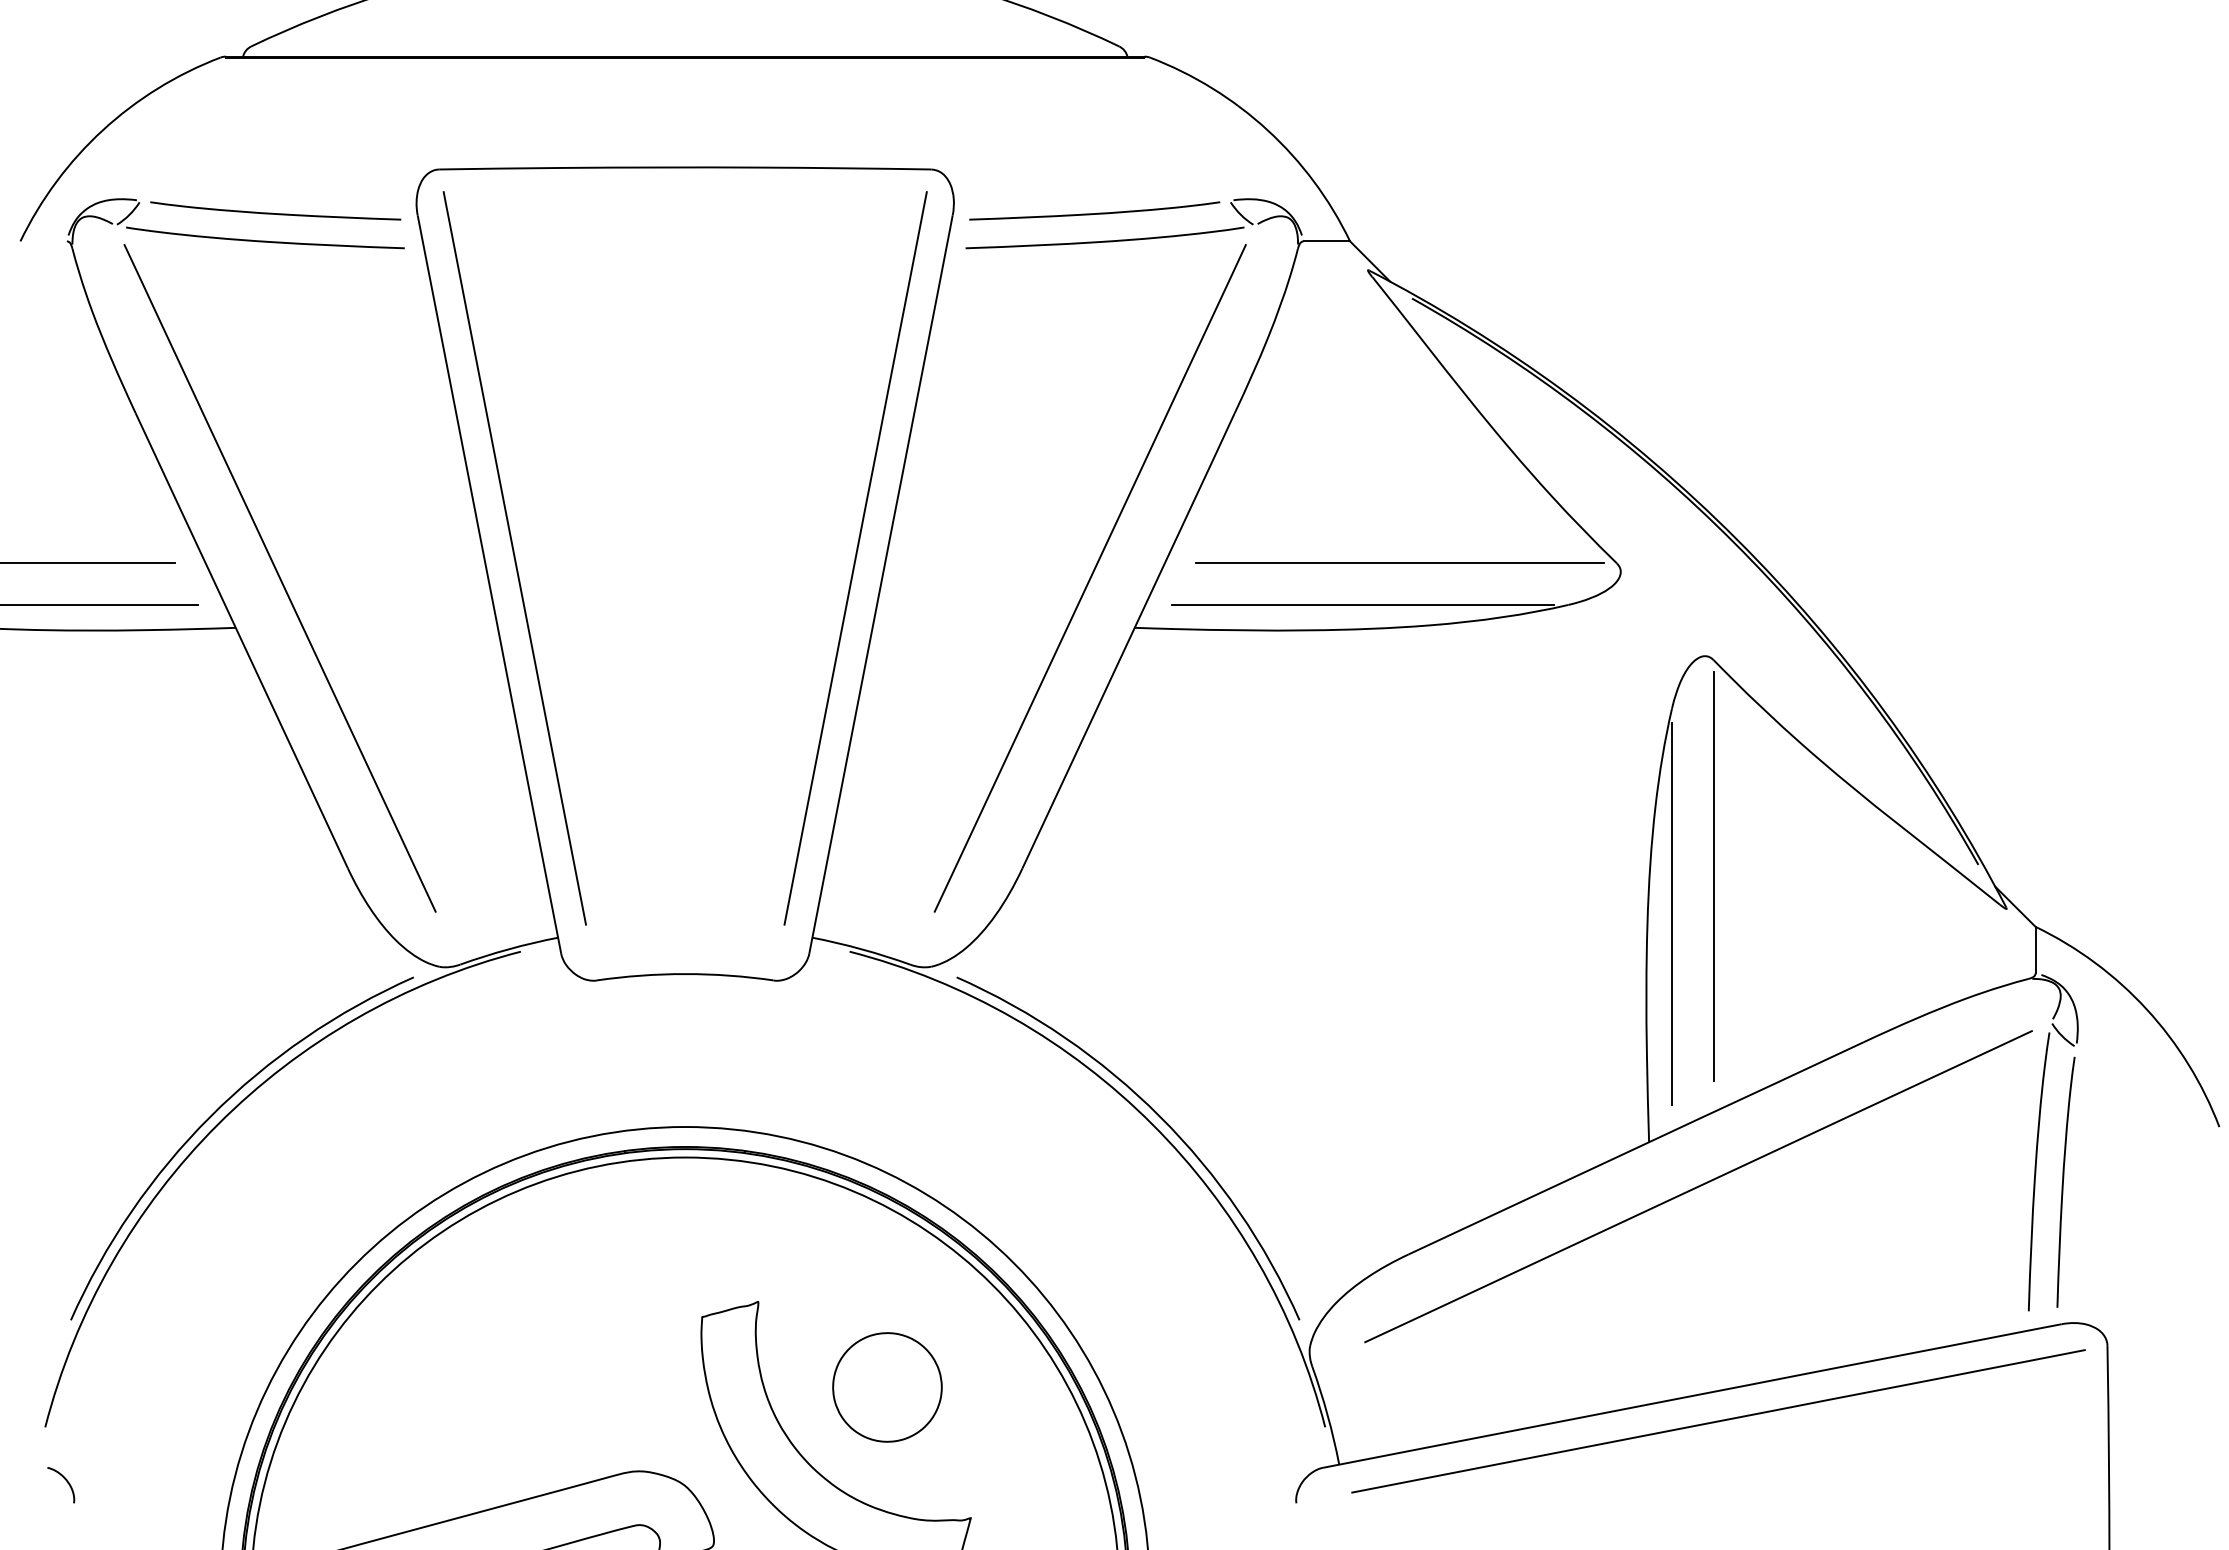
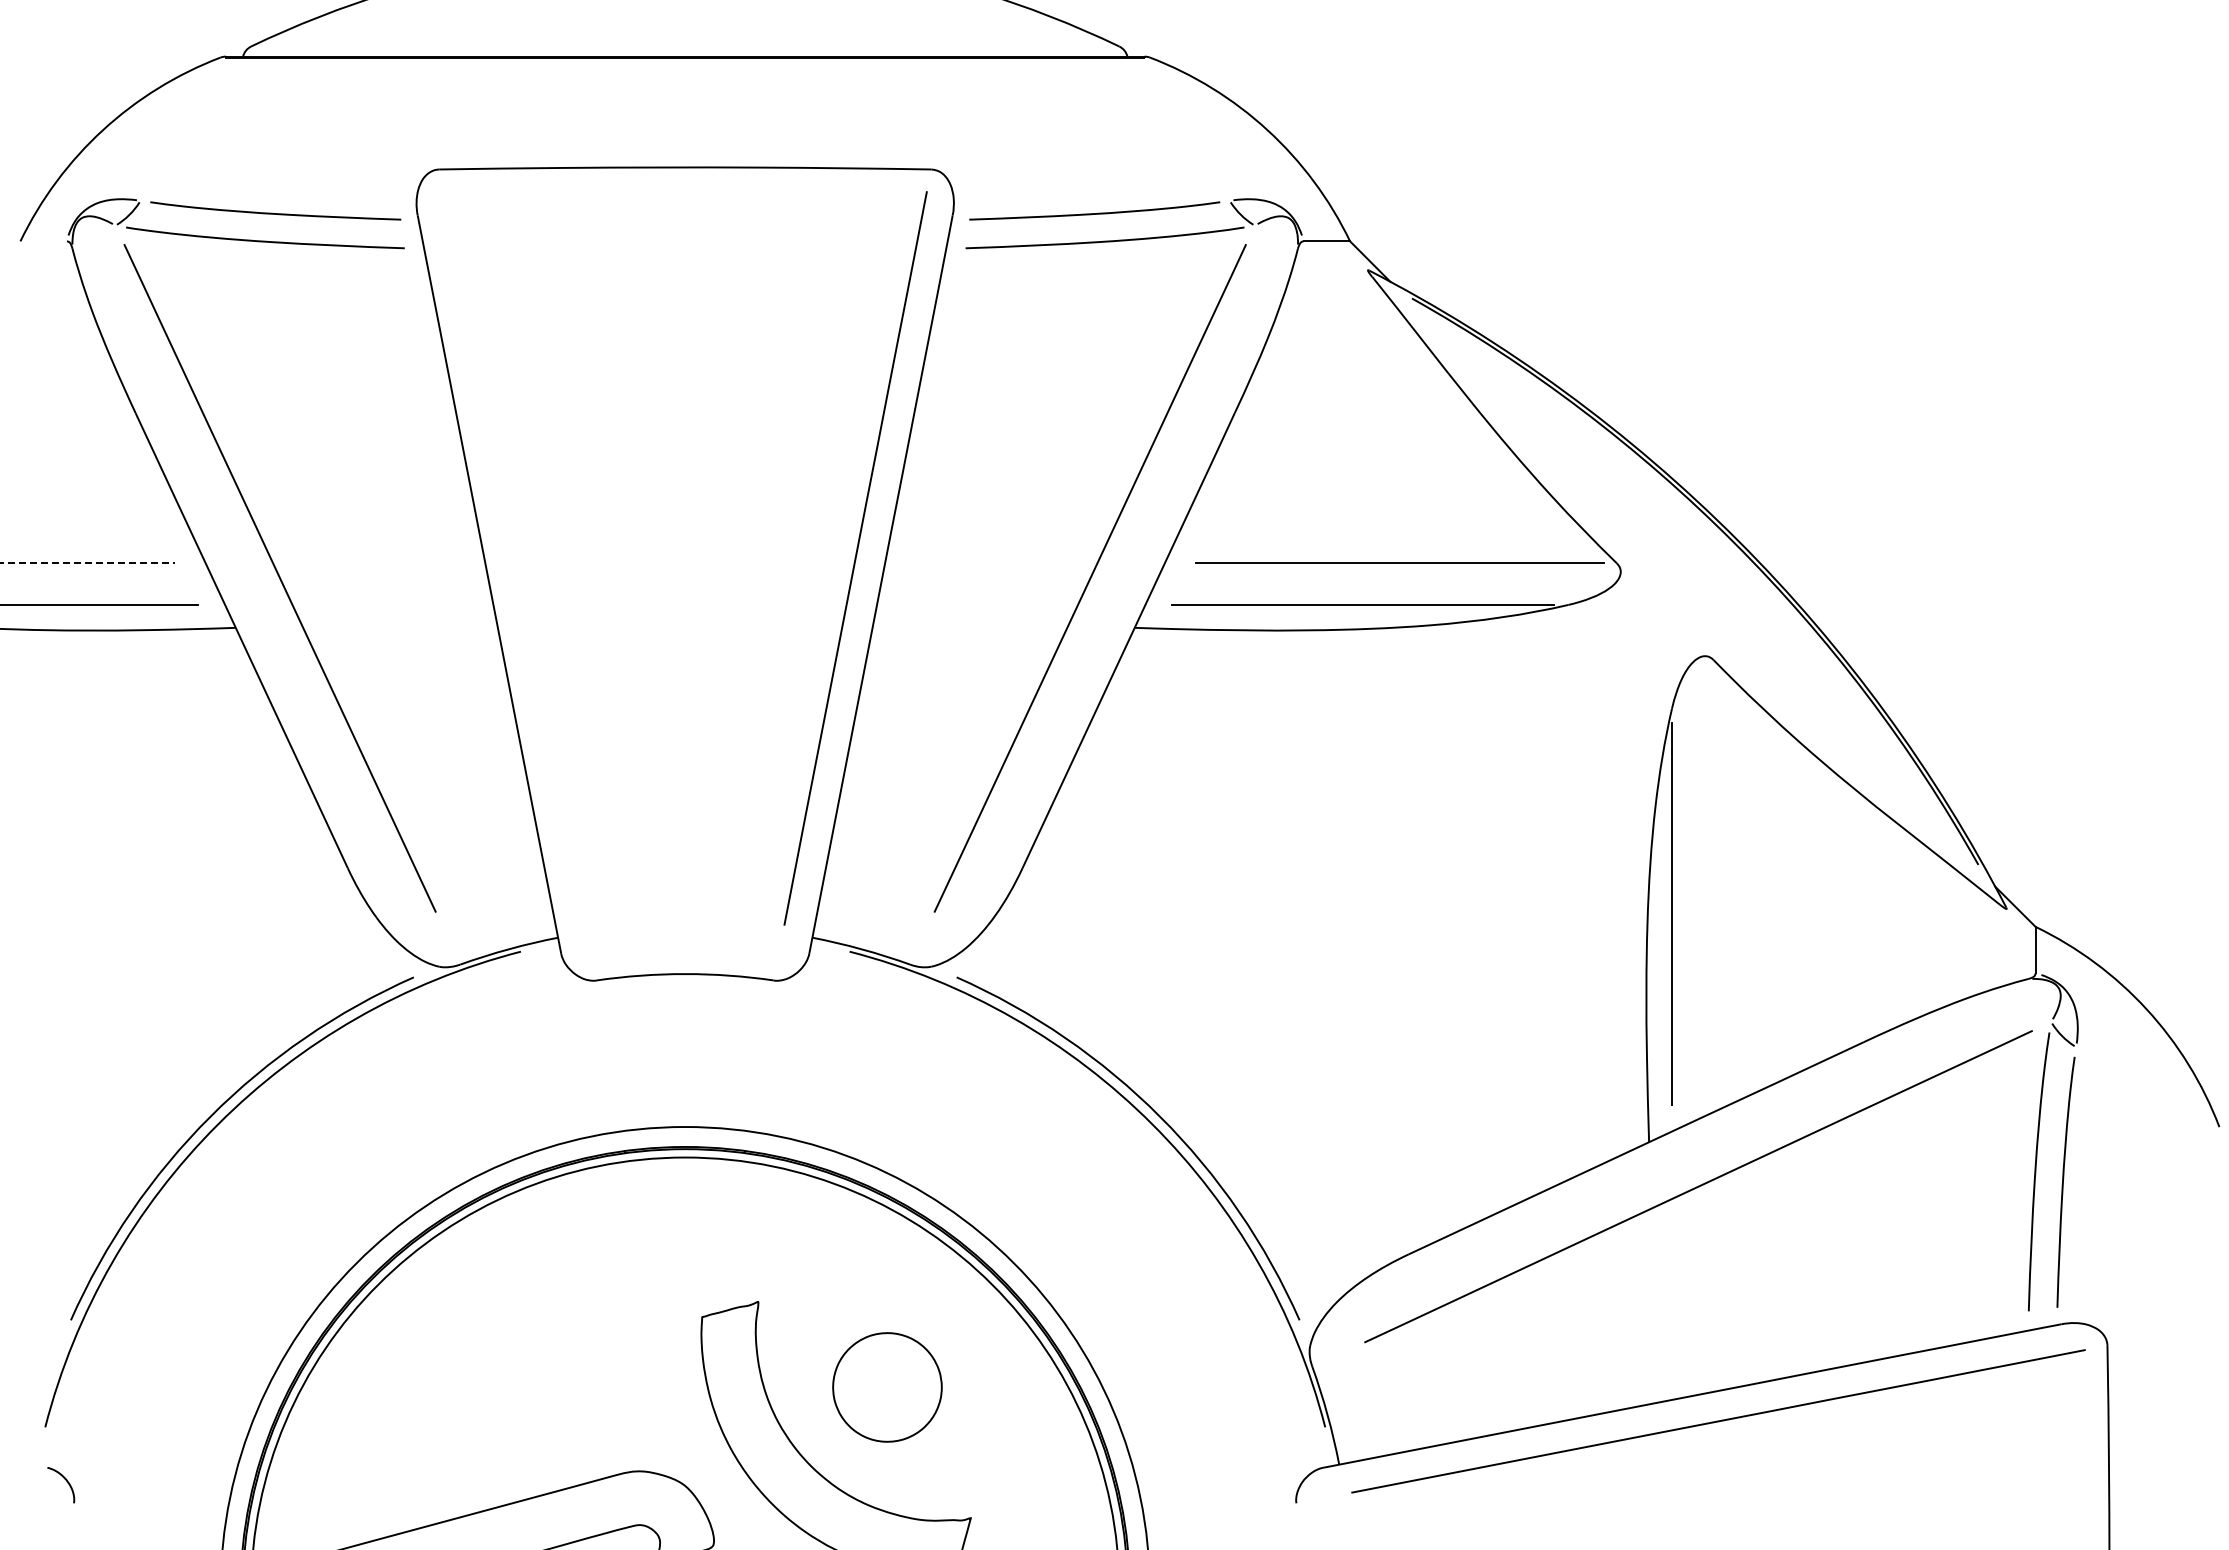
line at (514, 558): present -> none
line at (87, 563): solid -> dashed
line at (1713, 876): present -> none
